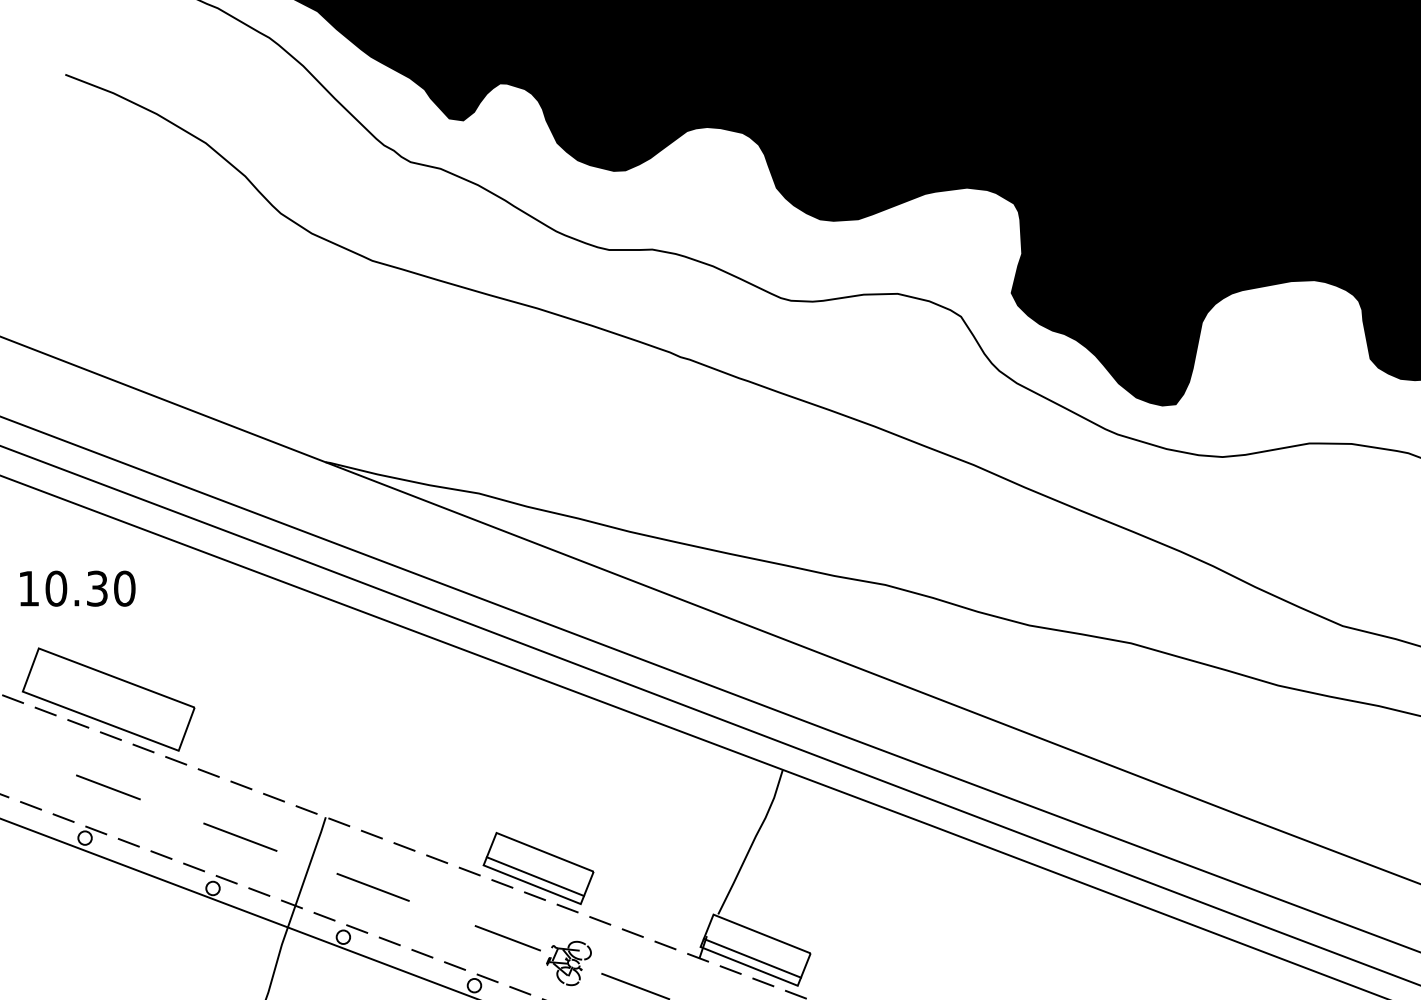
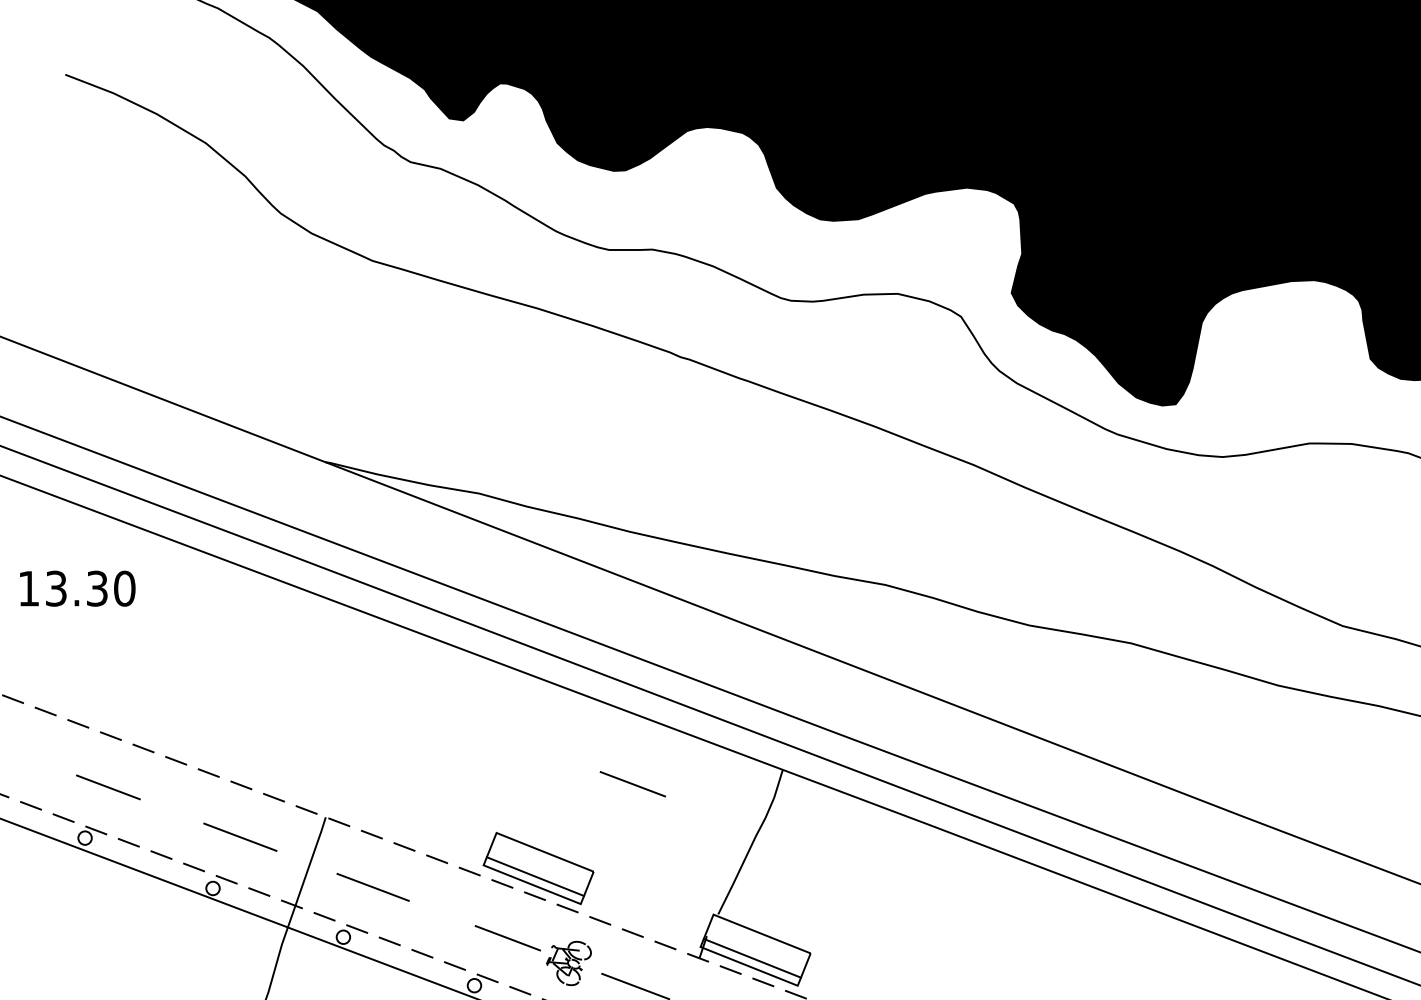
text at (56, 588): 10.30 -> 13.30
part at (108, 699): present -> none
line at (632, 784): none -> present
